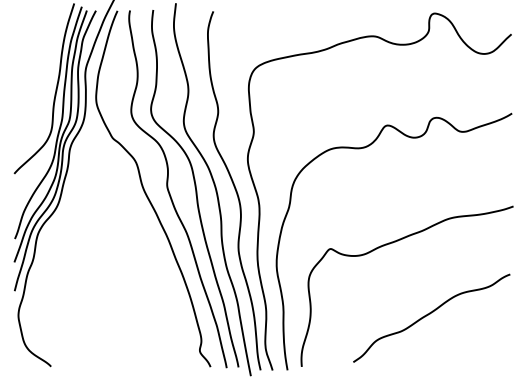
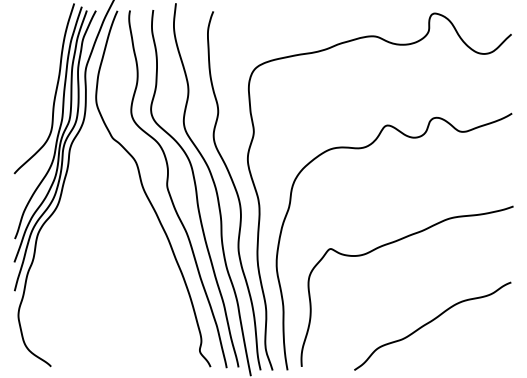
curve at (430, 314) position: (430, 314) -> (431, 322)
